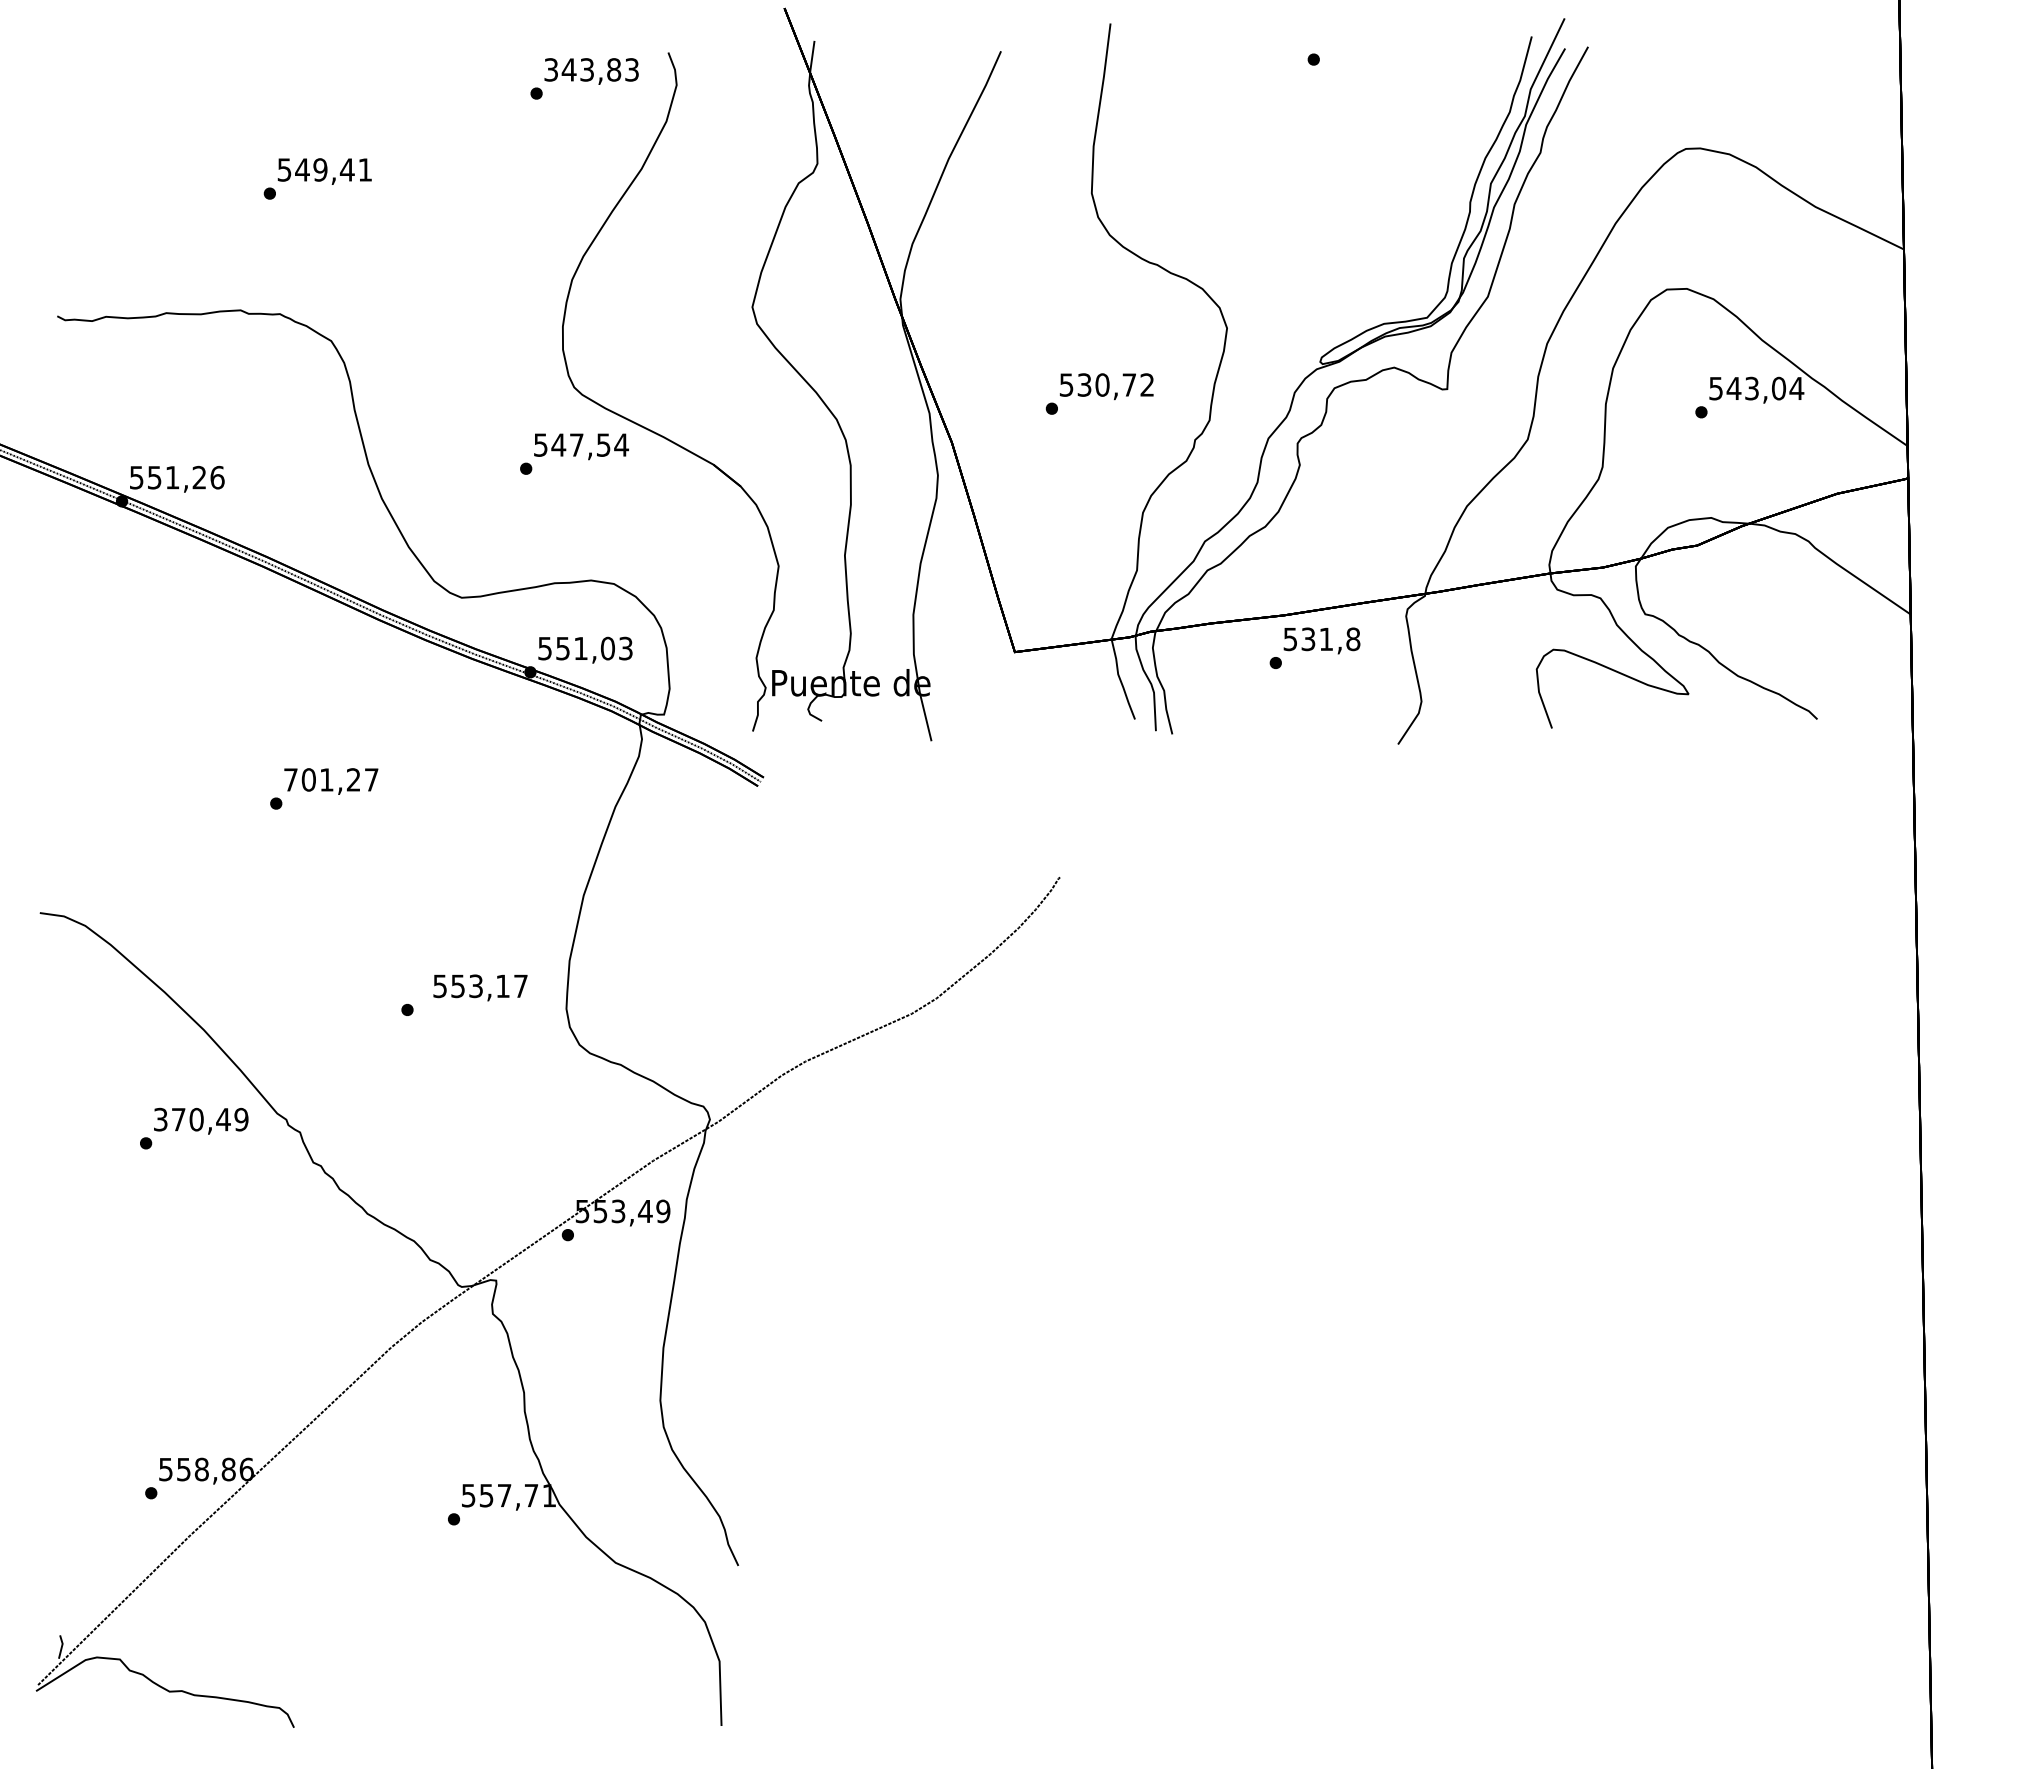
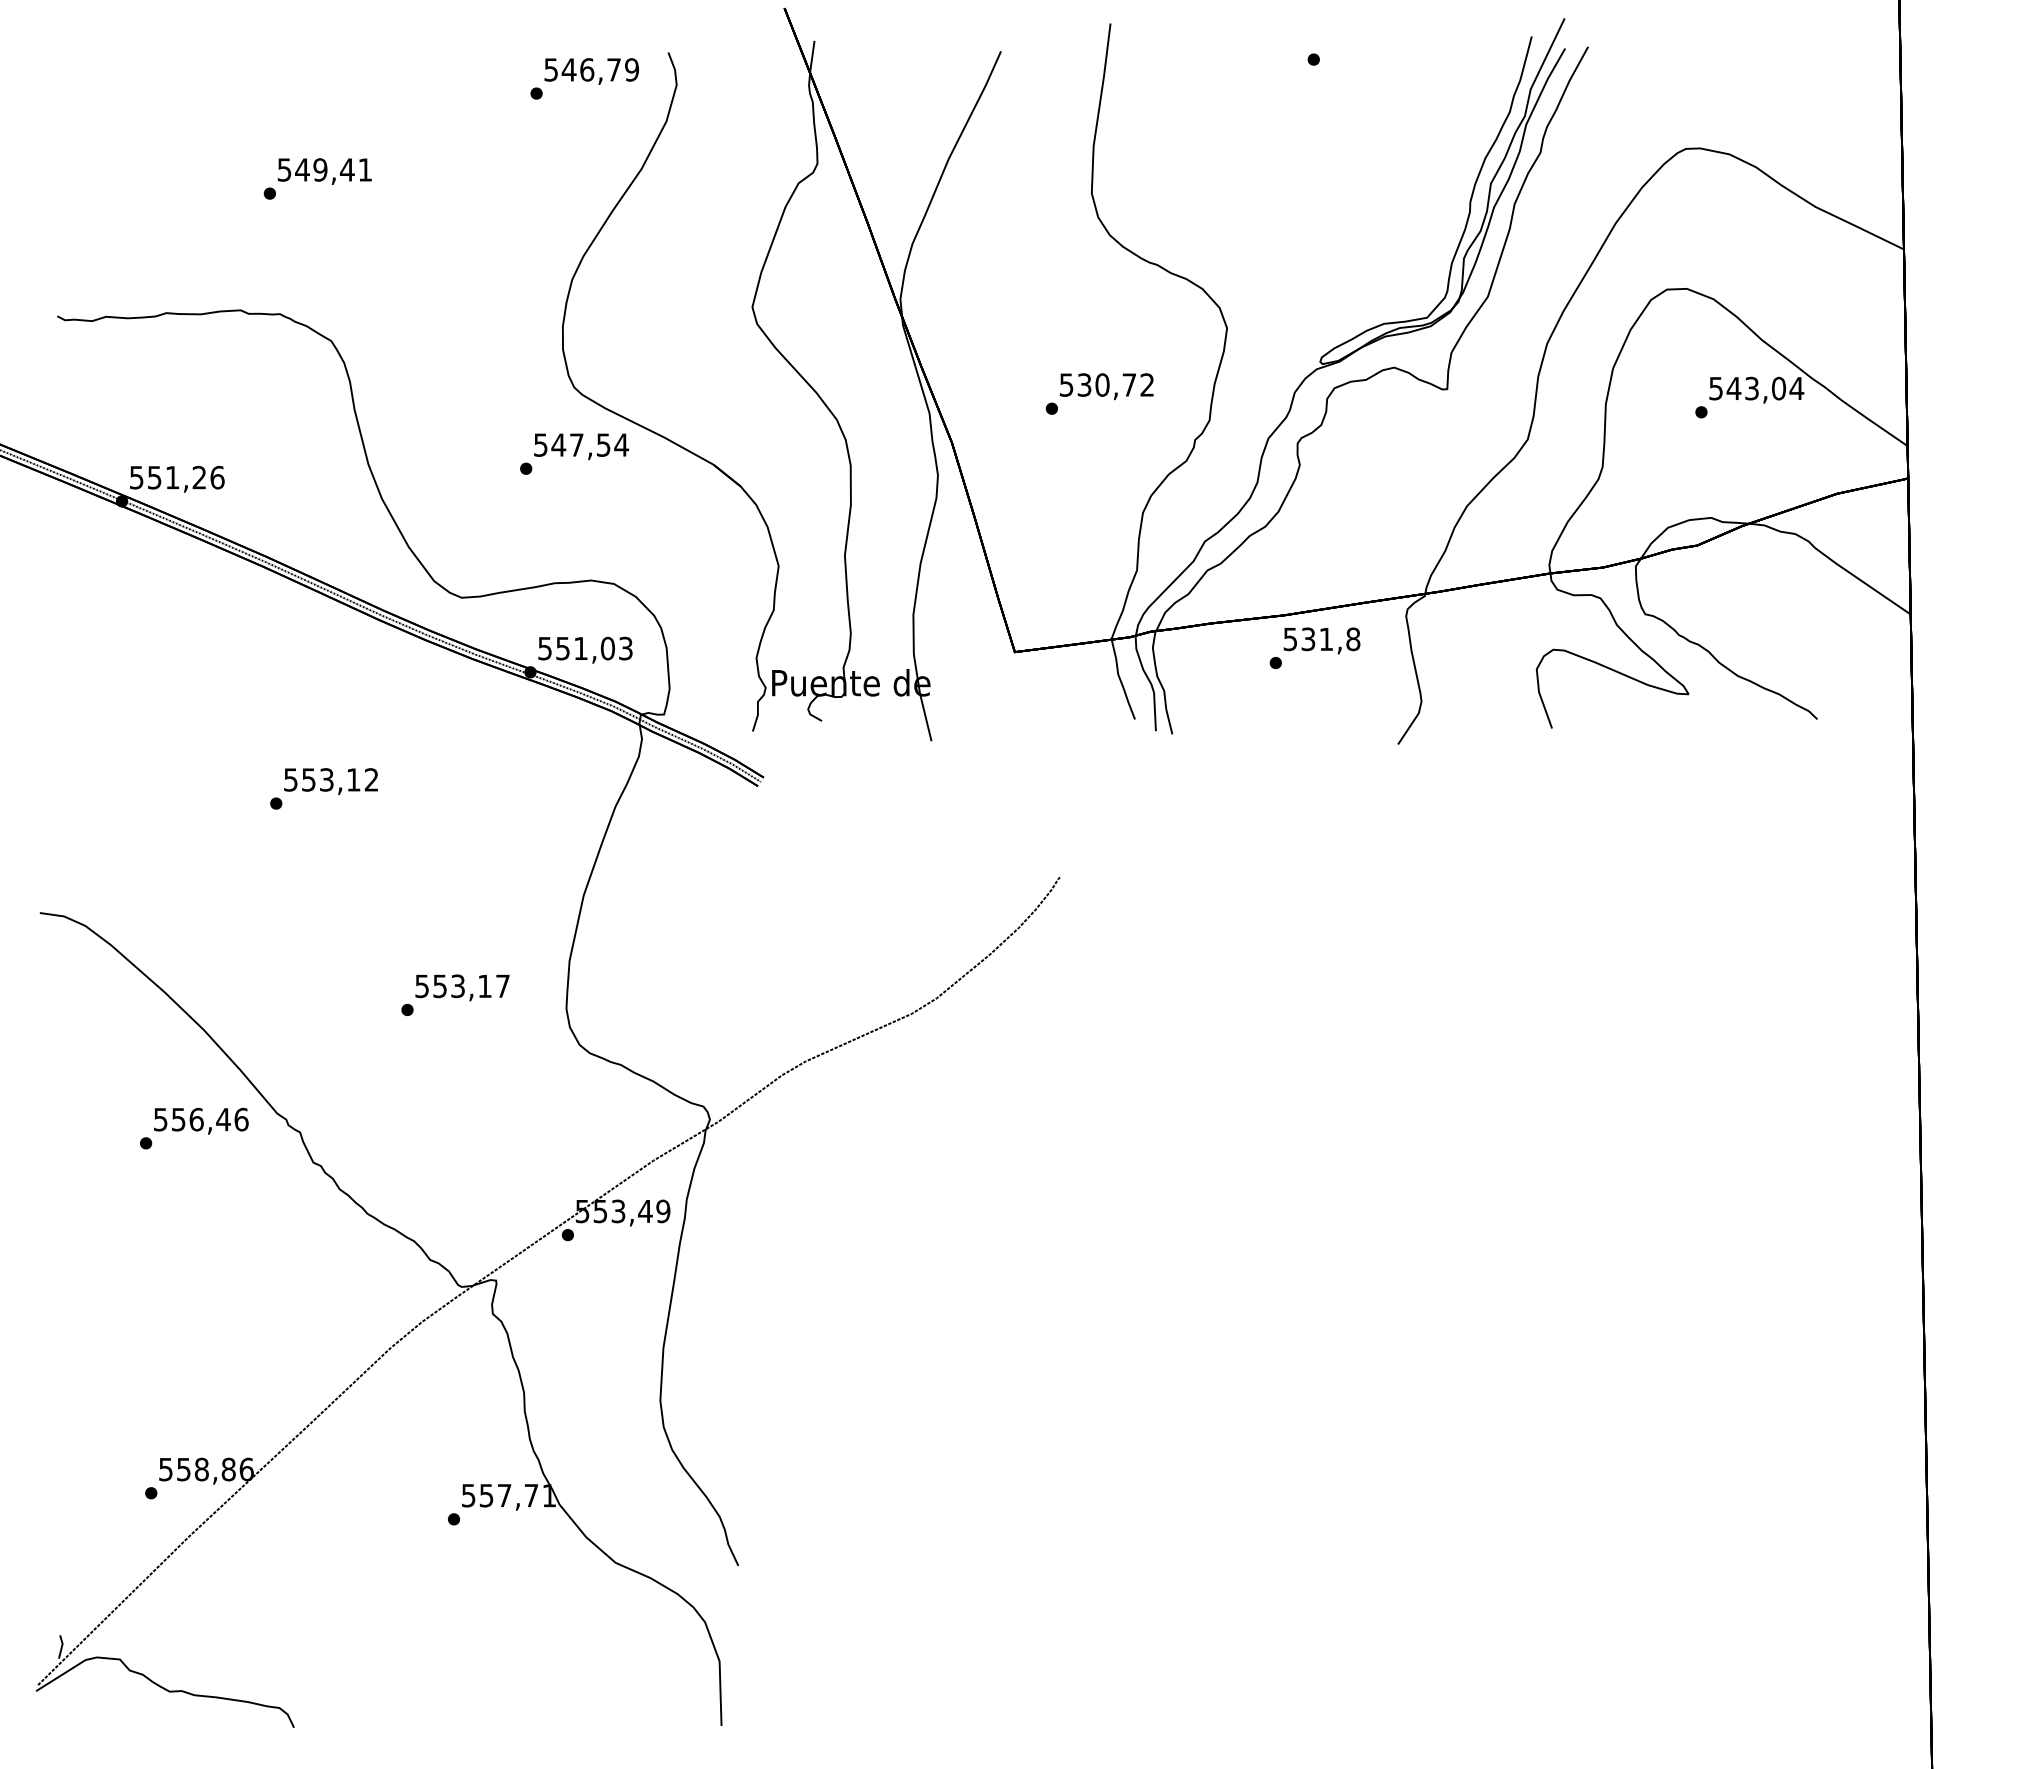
text at (592, 69): 343,83 -> 546,79
text at (331, 779): 701,27 -> 553,12
text at (480, 987) position: (480, 987) -> (462, 987)
text at (201, 1119): 370,49 -> 556,46
